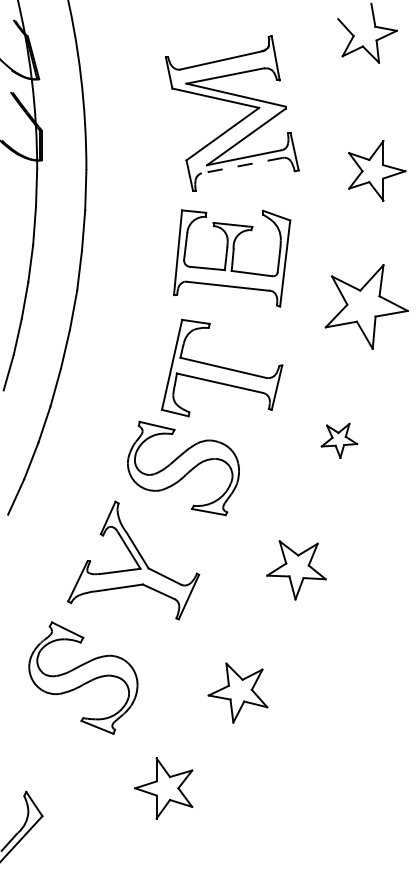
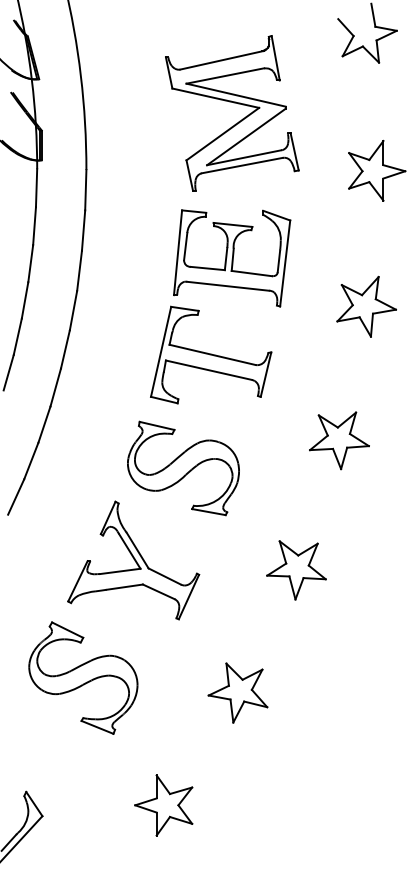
line at (241, 165): dashed -> solid
part at (366, 306) size: 85x86 px -> 61x63 px
part at (222, 367) position: (222, 367) -> (211, 354)
part at (339, 440) size: 39x37 px -> 61x60 px
part at (163, 788) position: (163, 788) -> (163, 805)
